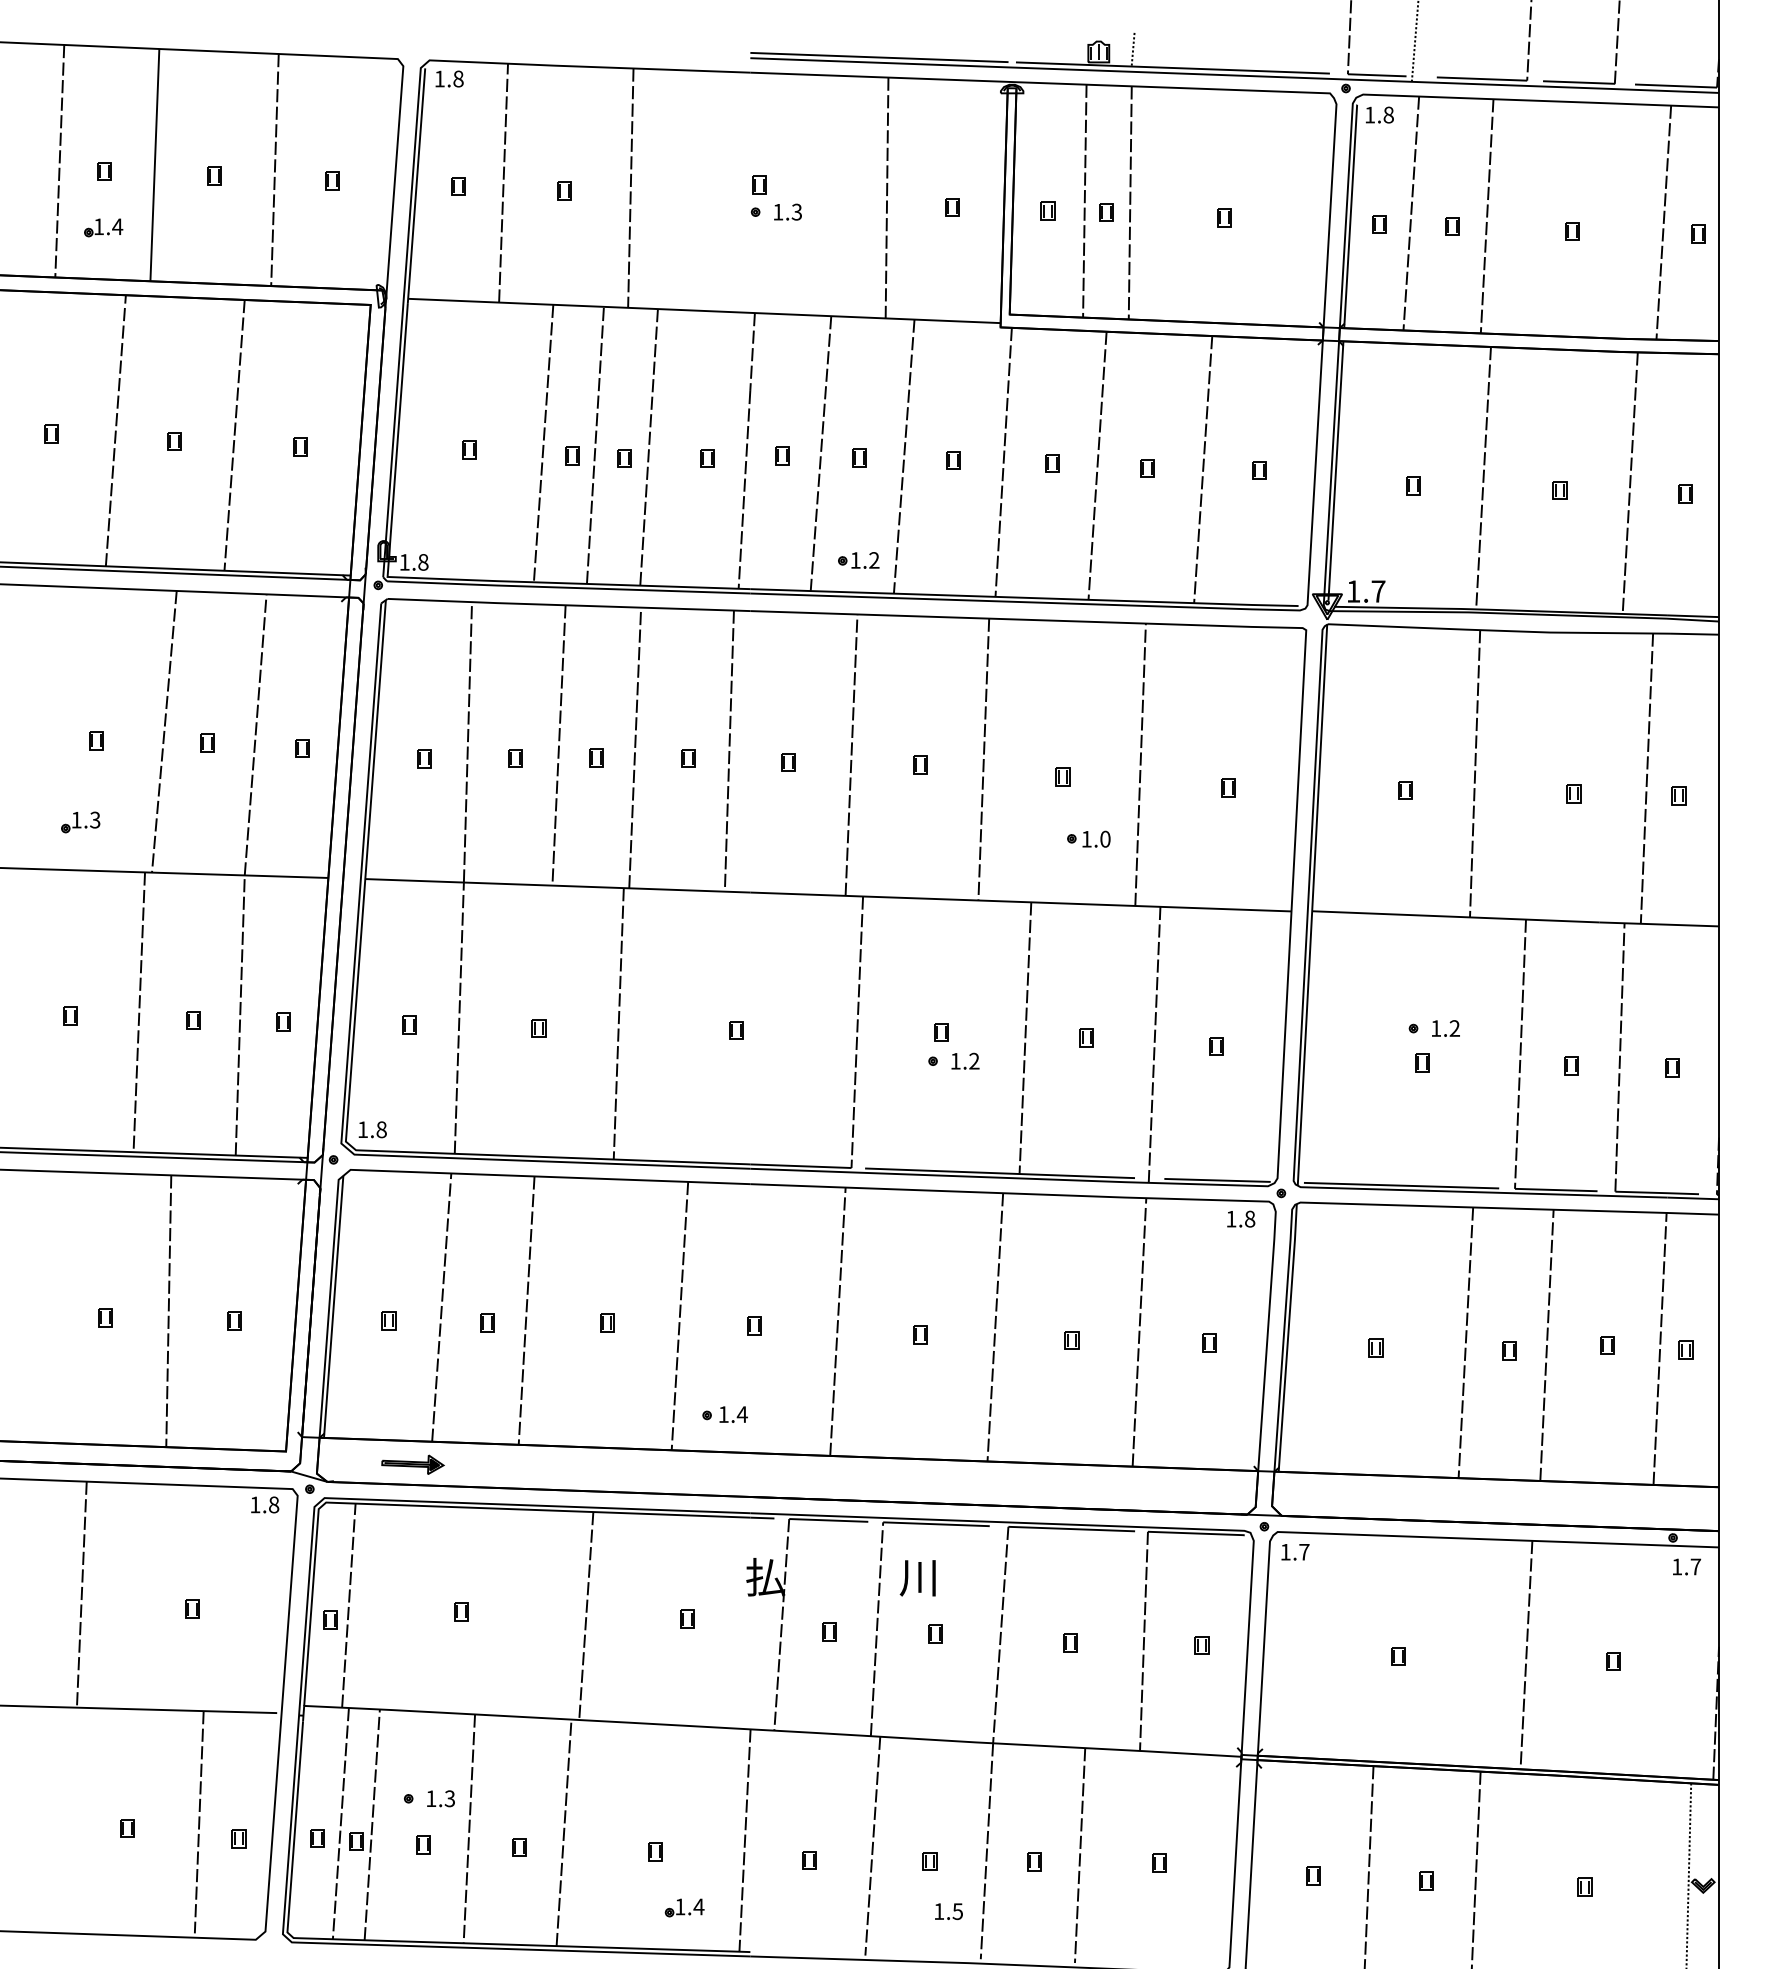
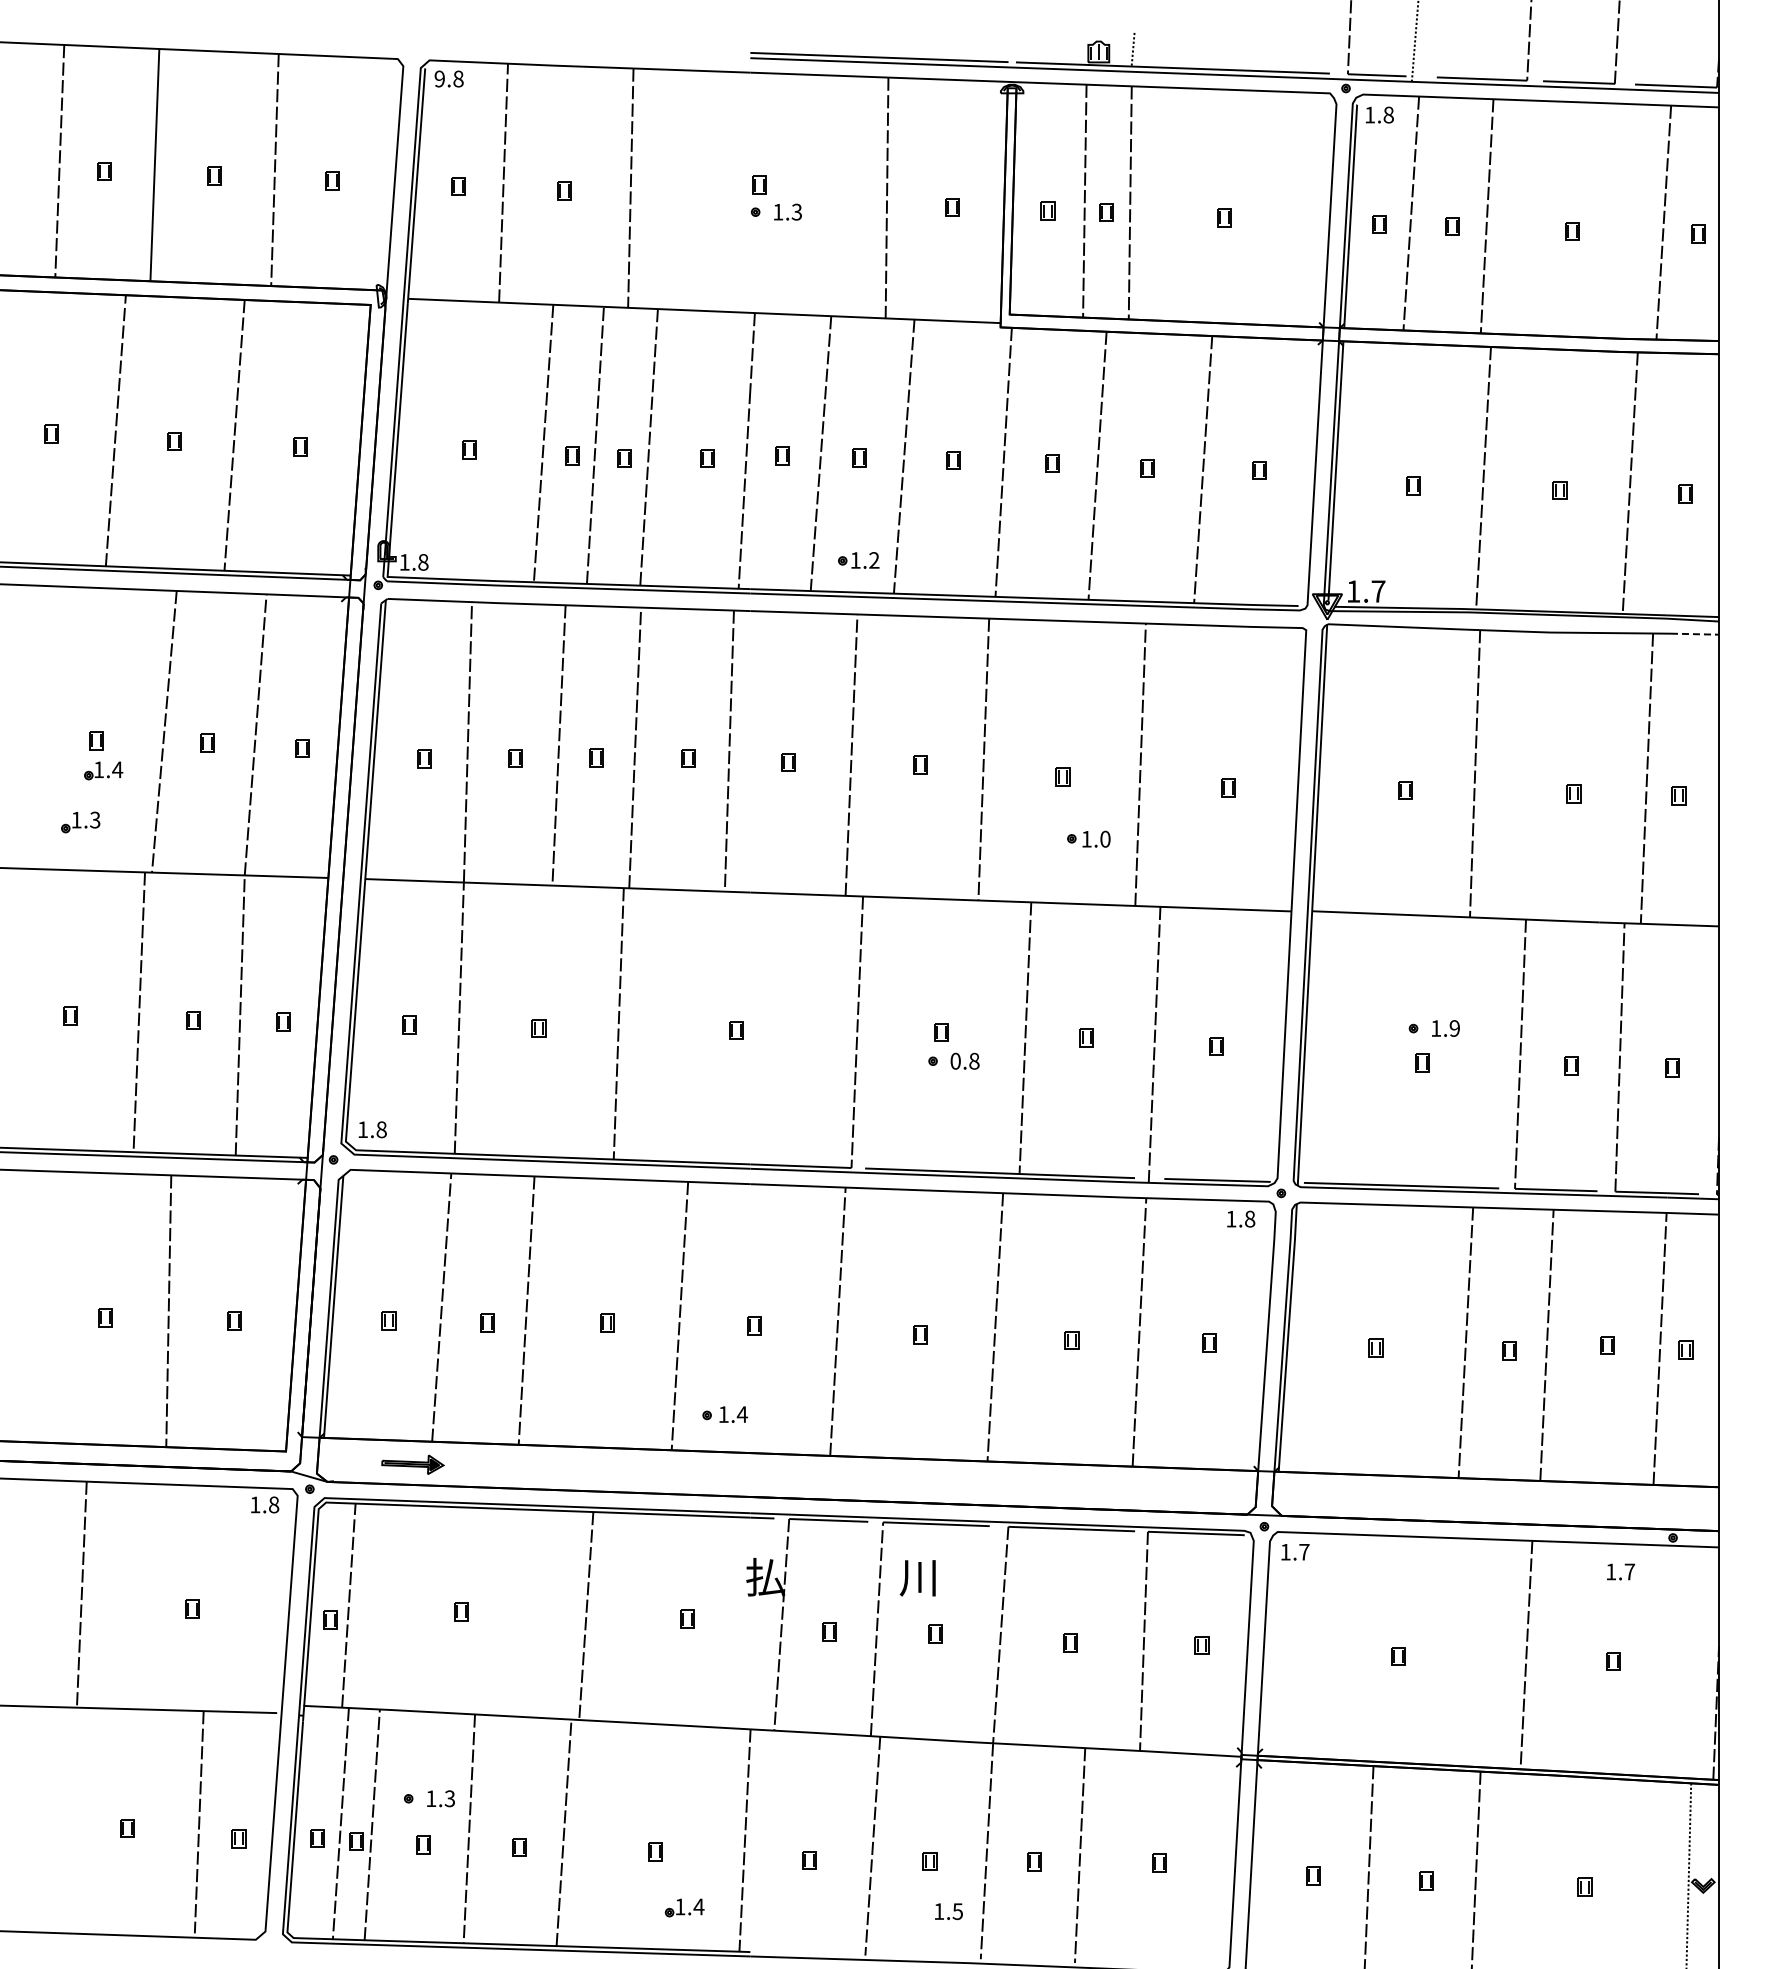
text at (439, 78): 1.8 -> 9.8
part at (103, 227) position: (103, 227) -> (103, 770)
line at (1695, 634): solid -> dashed
text at (1454, 1028): 1.2 -> 1.9
text at (964, 1060): 1.2 -> 0.8
text at (1687, 1566) position: (1687, 1566) -> (1621, 1571)
